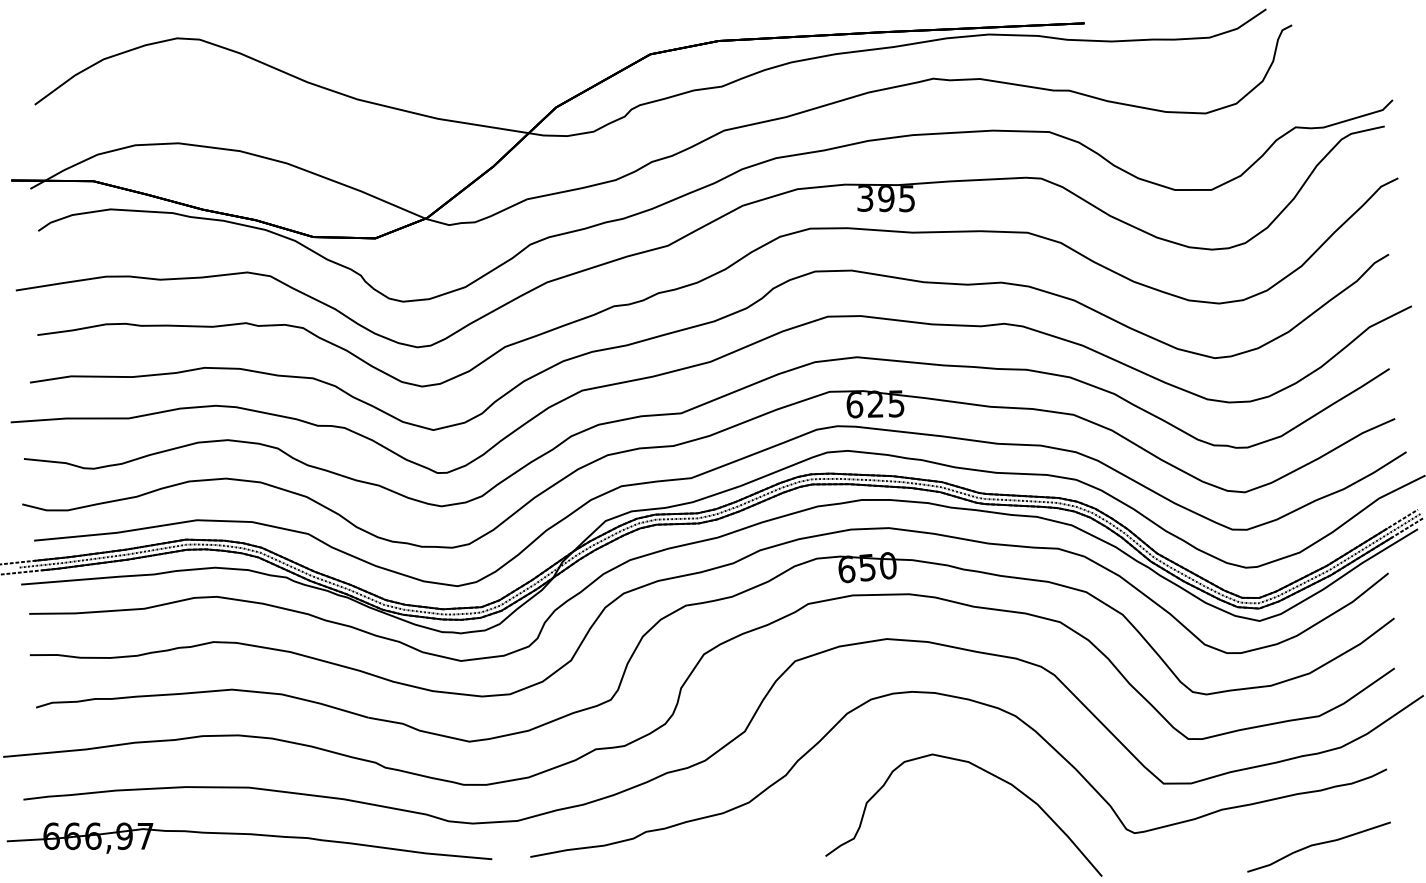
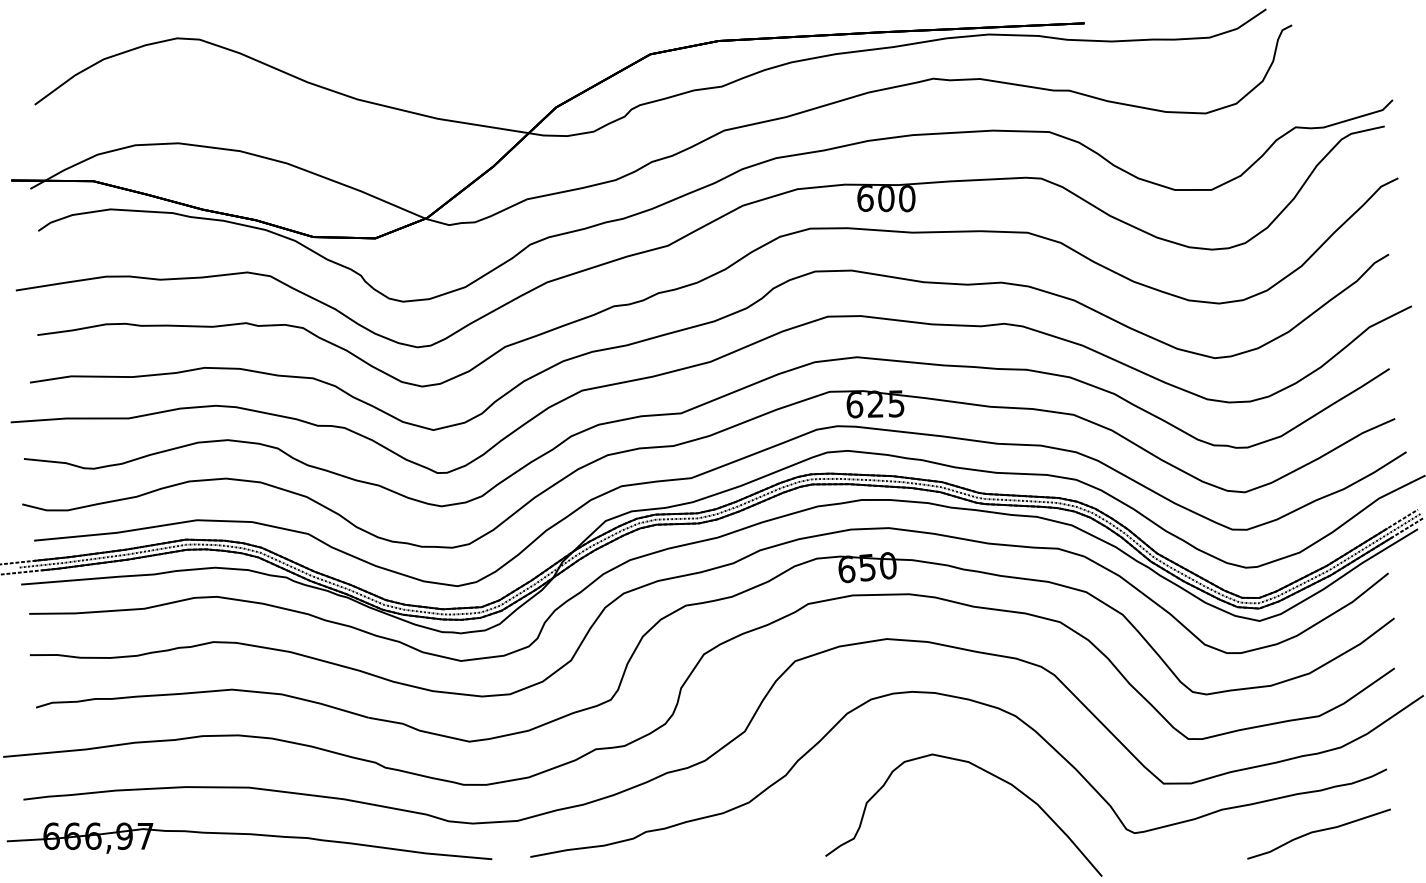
text at (886, 198): 395 -> 600
curve at (1317, 845) position: (1317, 845) -> (1317, 832)
